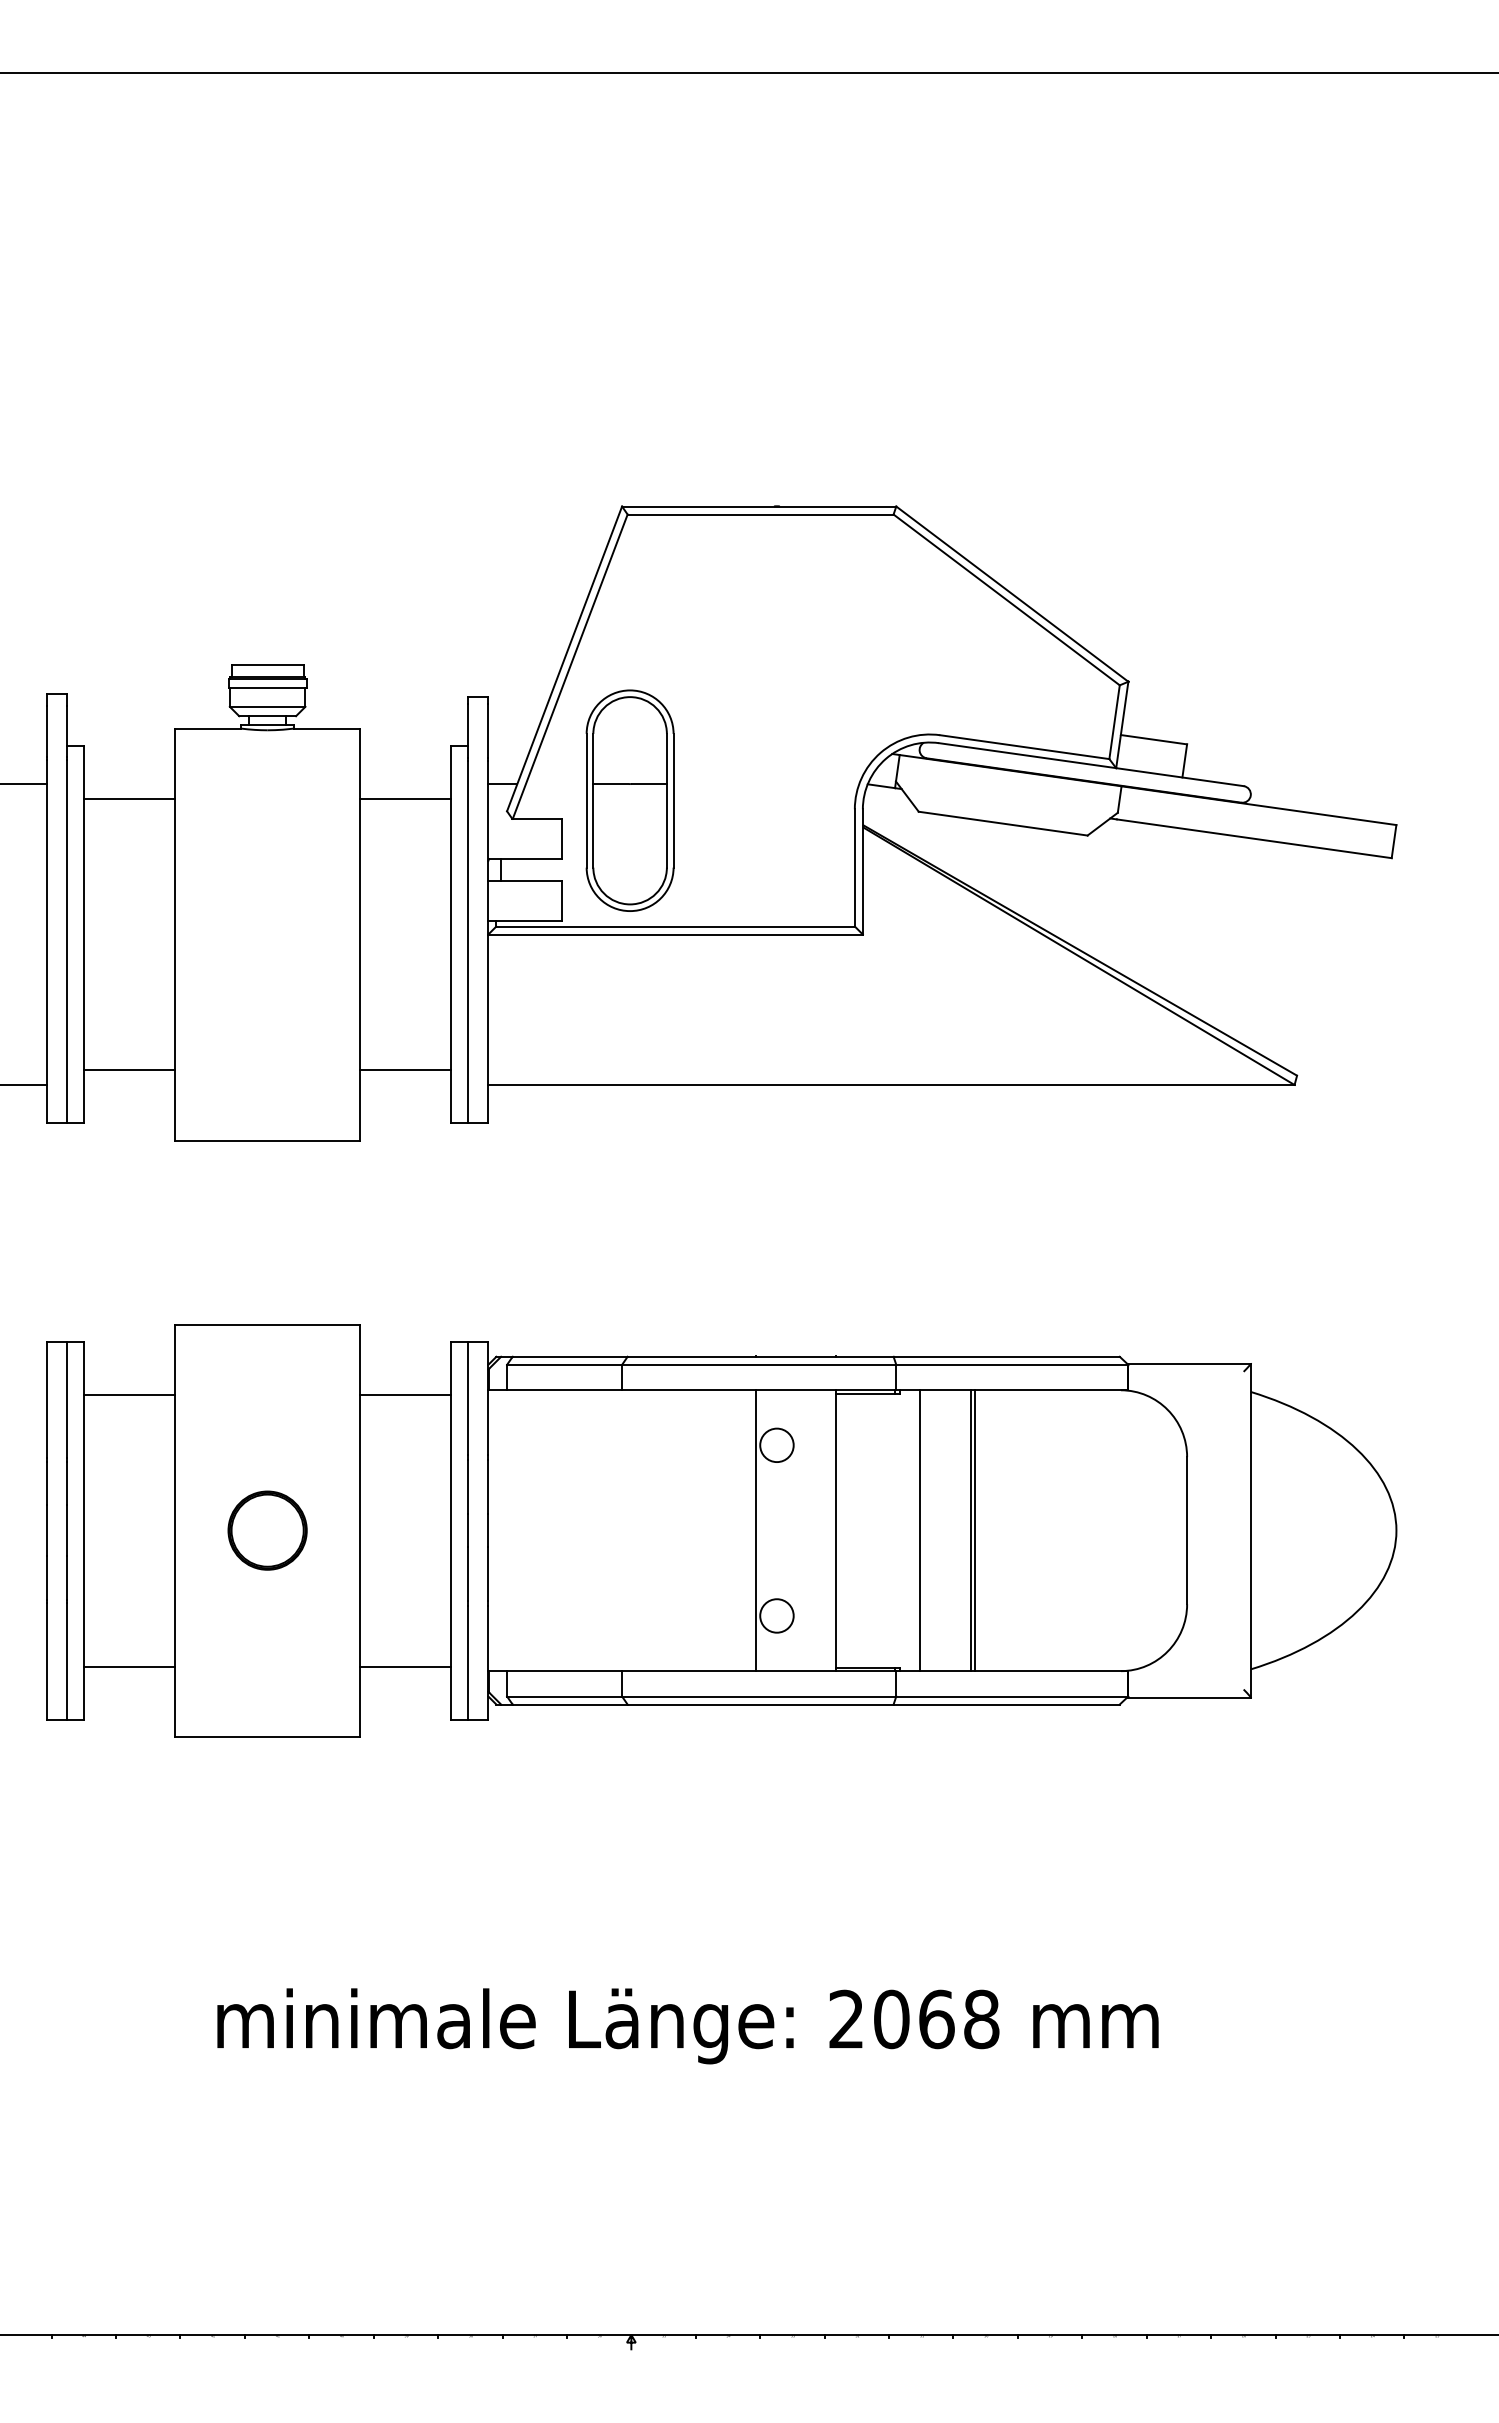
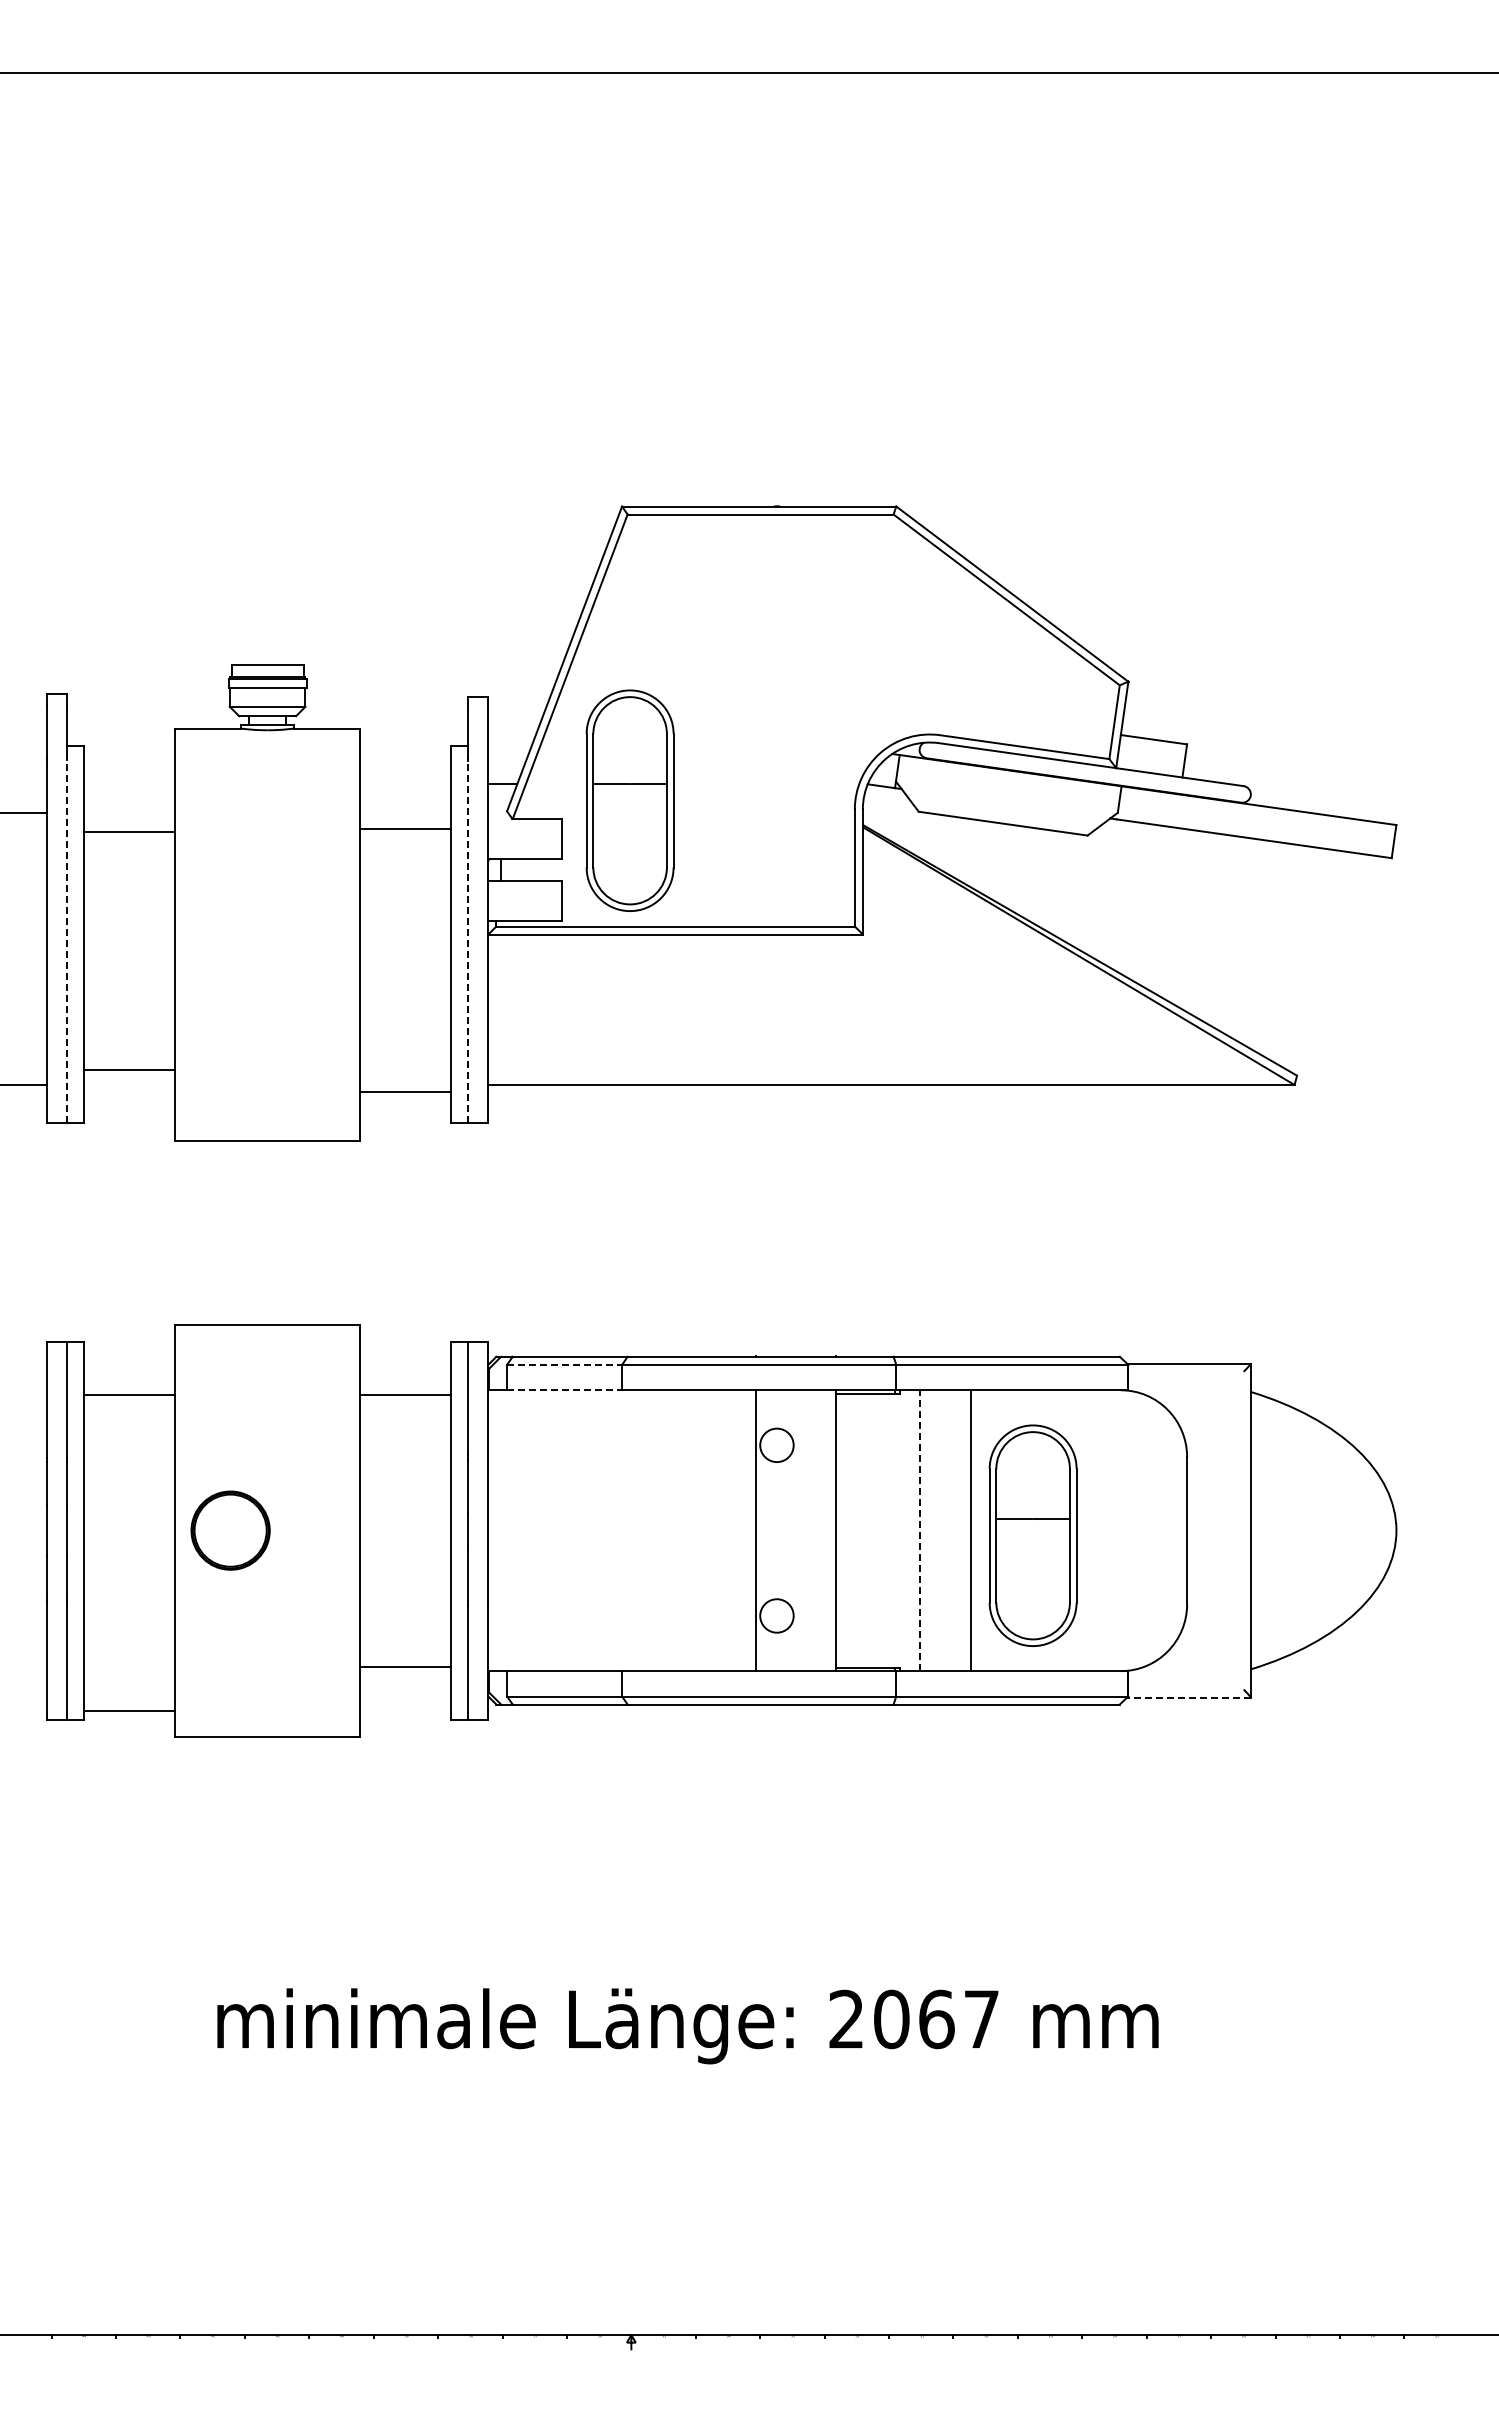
line at (24, 784) position: (24, 784) -> (24, 813)
line at (129, 798) position: (129, 798) -> (129, 831)
line at (404, 798) position: (404, 798) -> (404, 828)
line at (67, 941): solid -> dashed
line at (468, 941): solid -> dashed
line at (404, 1070) position: (404, 1070) -> (404, 1092)
line at (564, 1364): solid -> dashed
line at (564, 1390): solid -> dashed
part at (267, 1530) position: (267, 1530) -> (230, 1530)
line at (919, 1530): solid -> dashed
line at (975, 1530): present -> none
part at (1032, 1535): none -> present
line at (129, 1666) position: (129, 1666) -> (129, 1710)
line at (1188, 1697): solid -> dashed
text at (981, 2019): 2068 -> 2067
